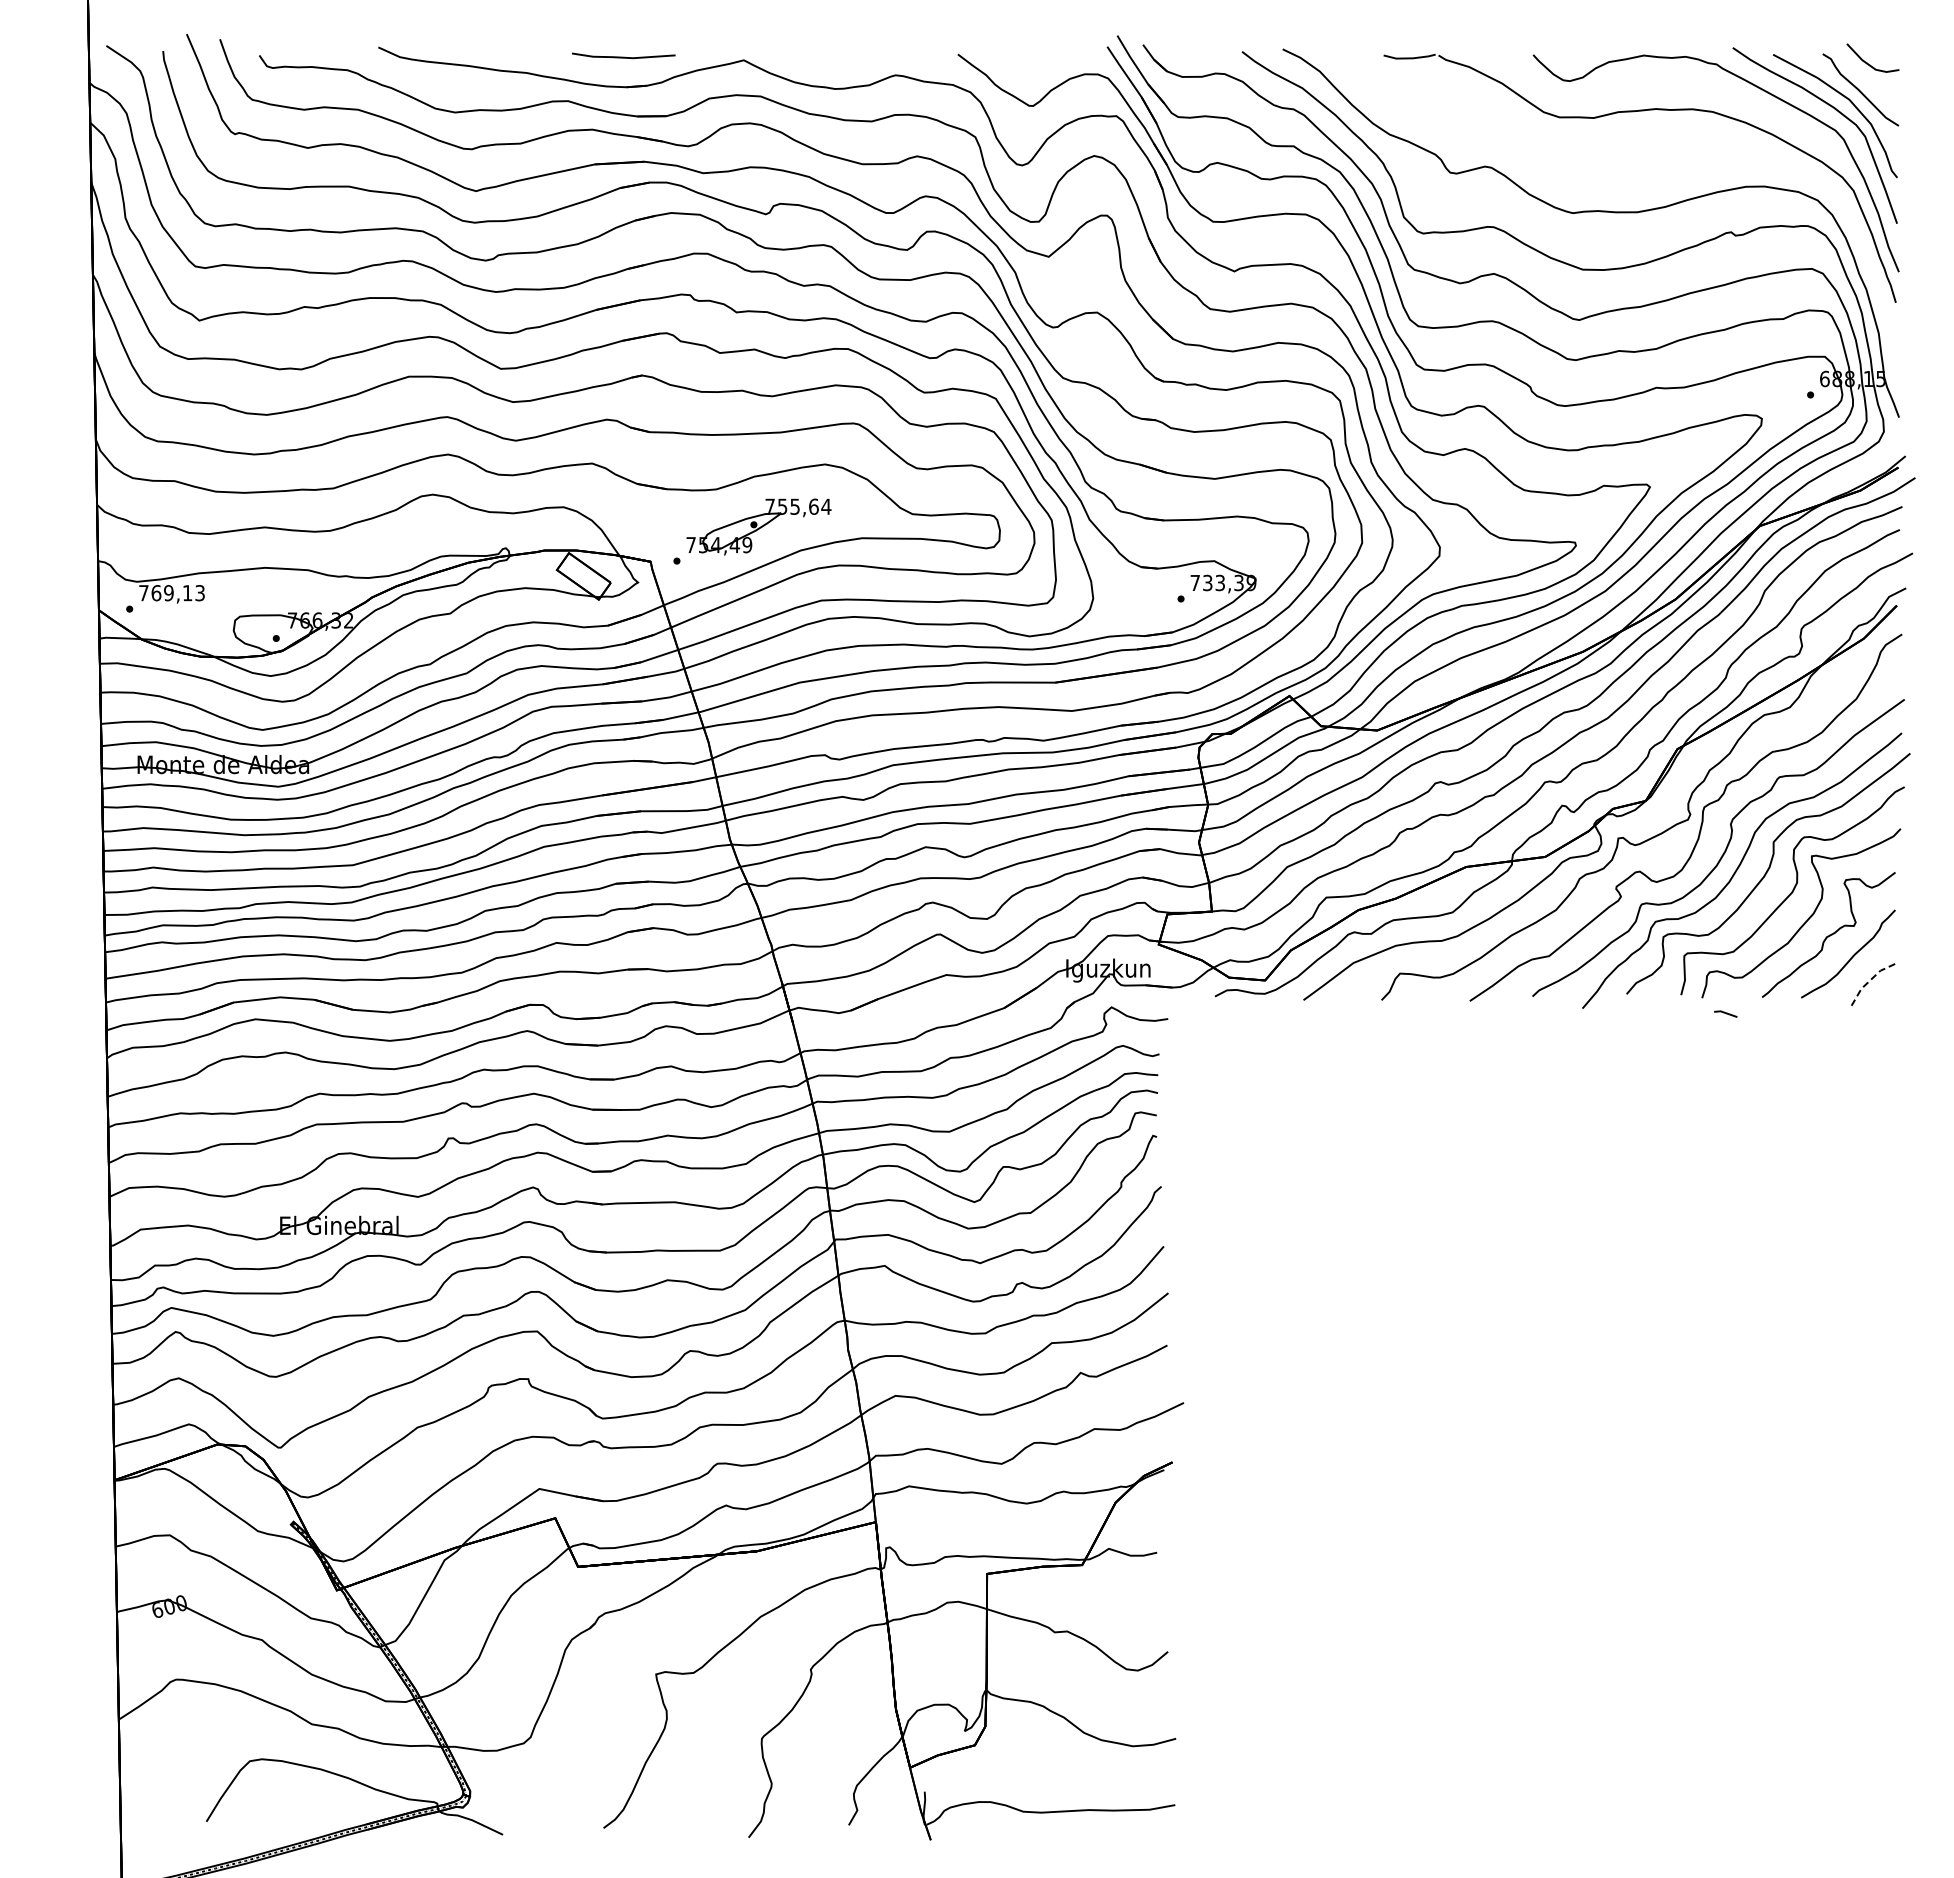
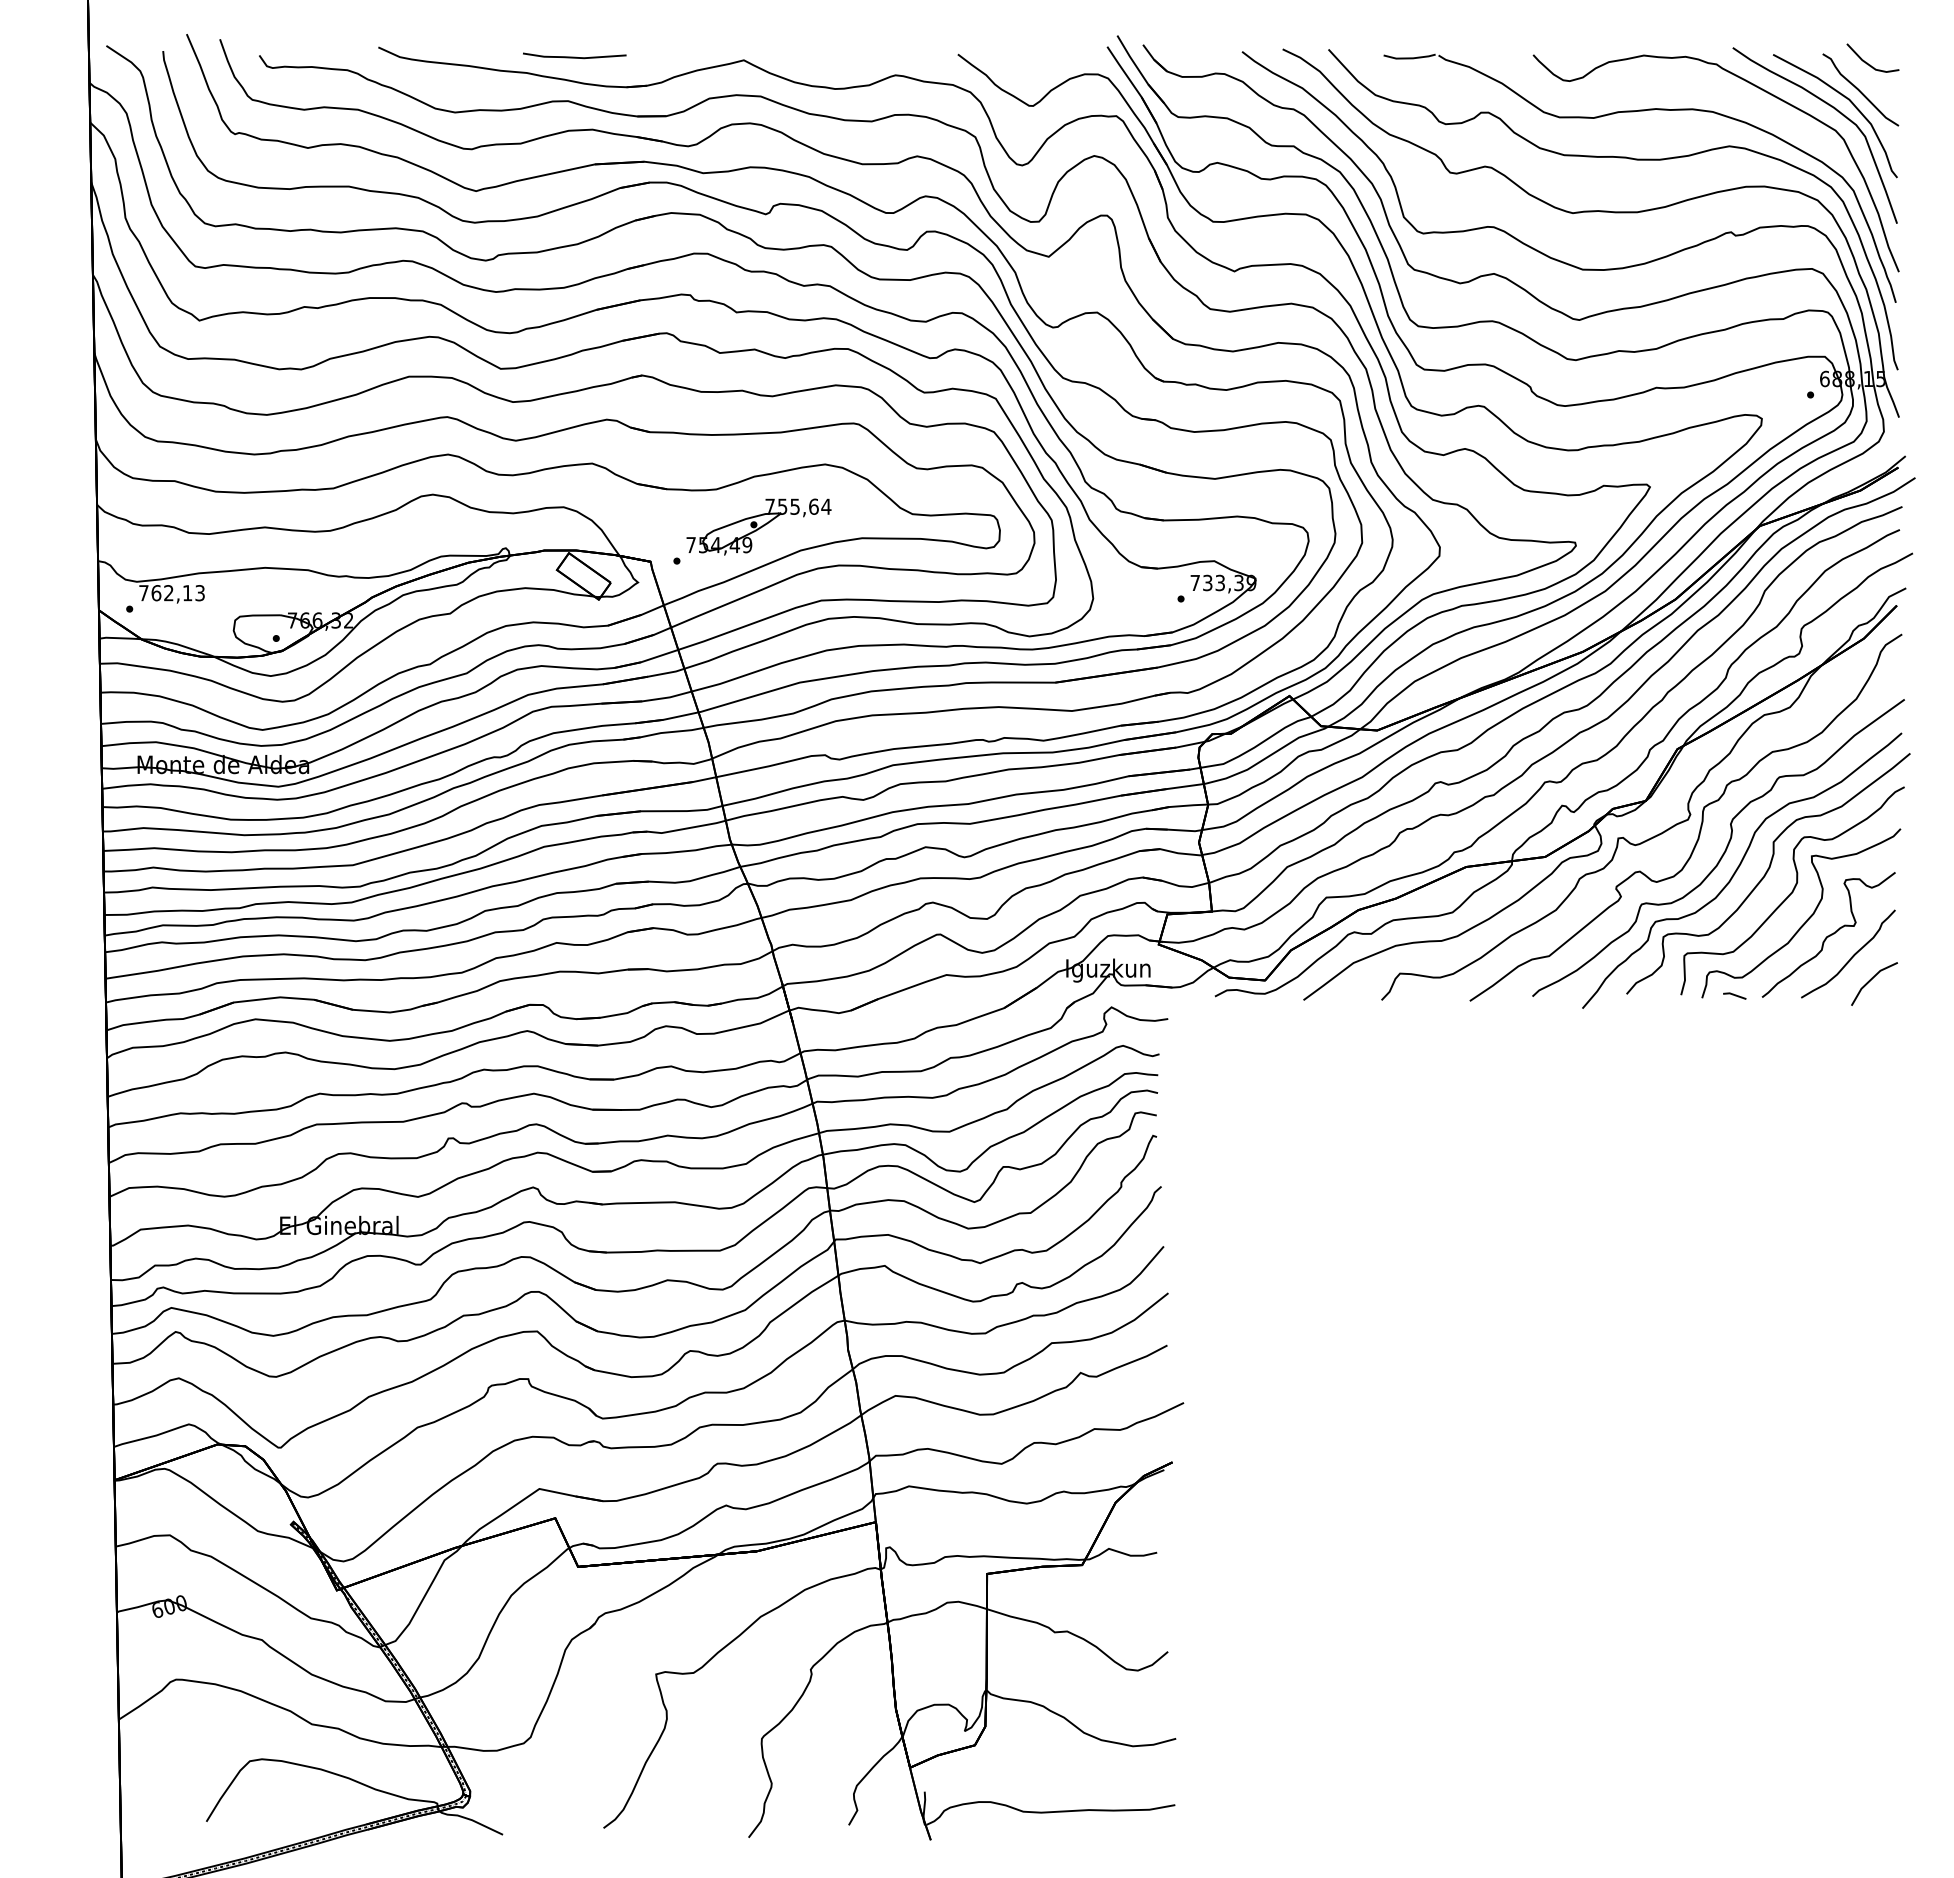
line at (623, 56) position: (623, 56) -> (574, 56)
curve at (1618, 158): none -> present
text at (168, 593): 769,13 -> 762,13
line at (1871, 979): dashed -> solid
line at (1725, 1013) position: (1725, 1013) -> (1734, 995)
